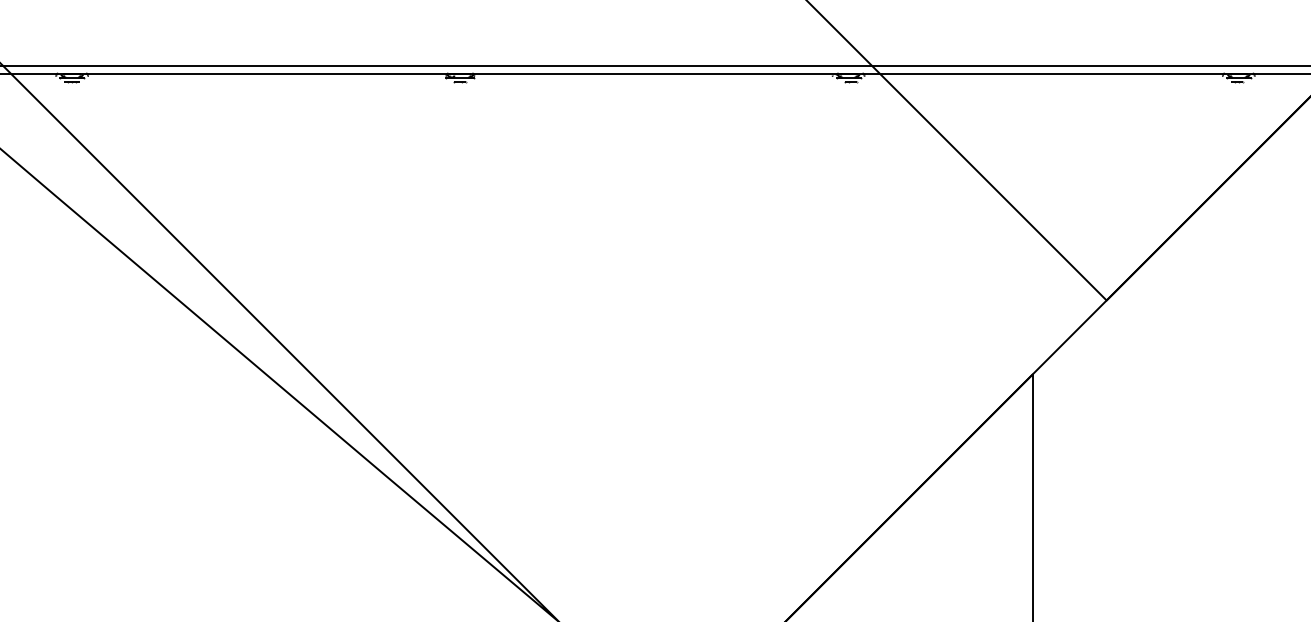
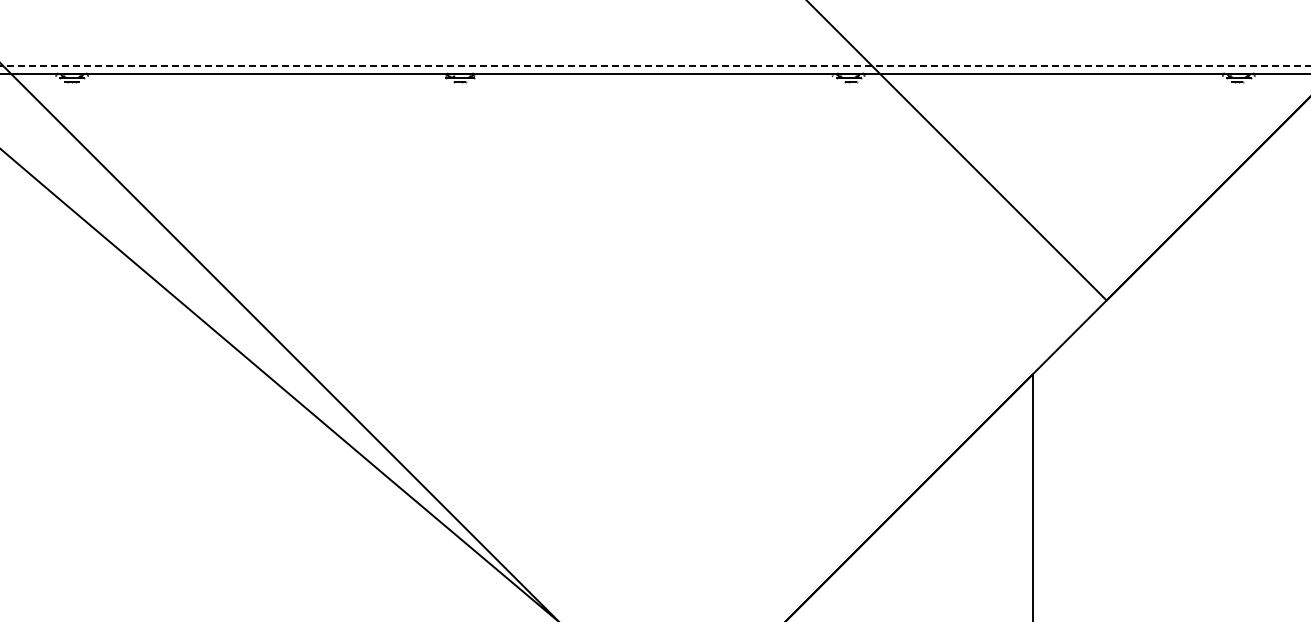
line at (655, 65): solid -> dashed
